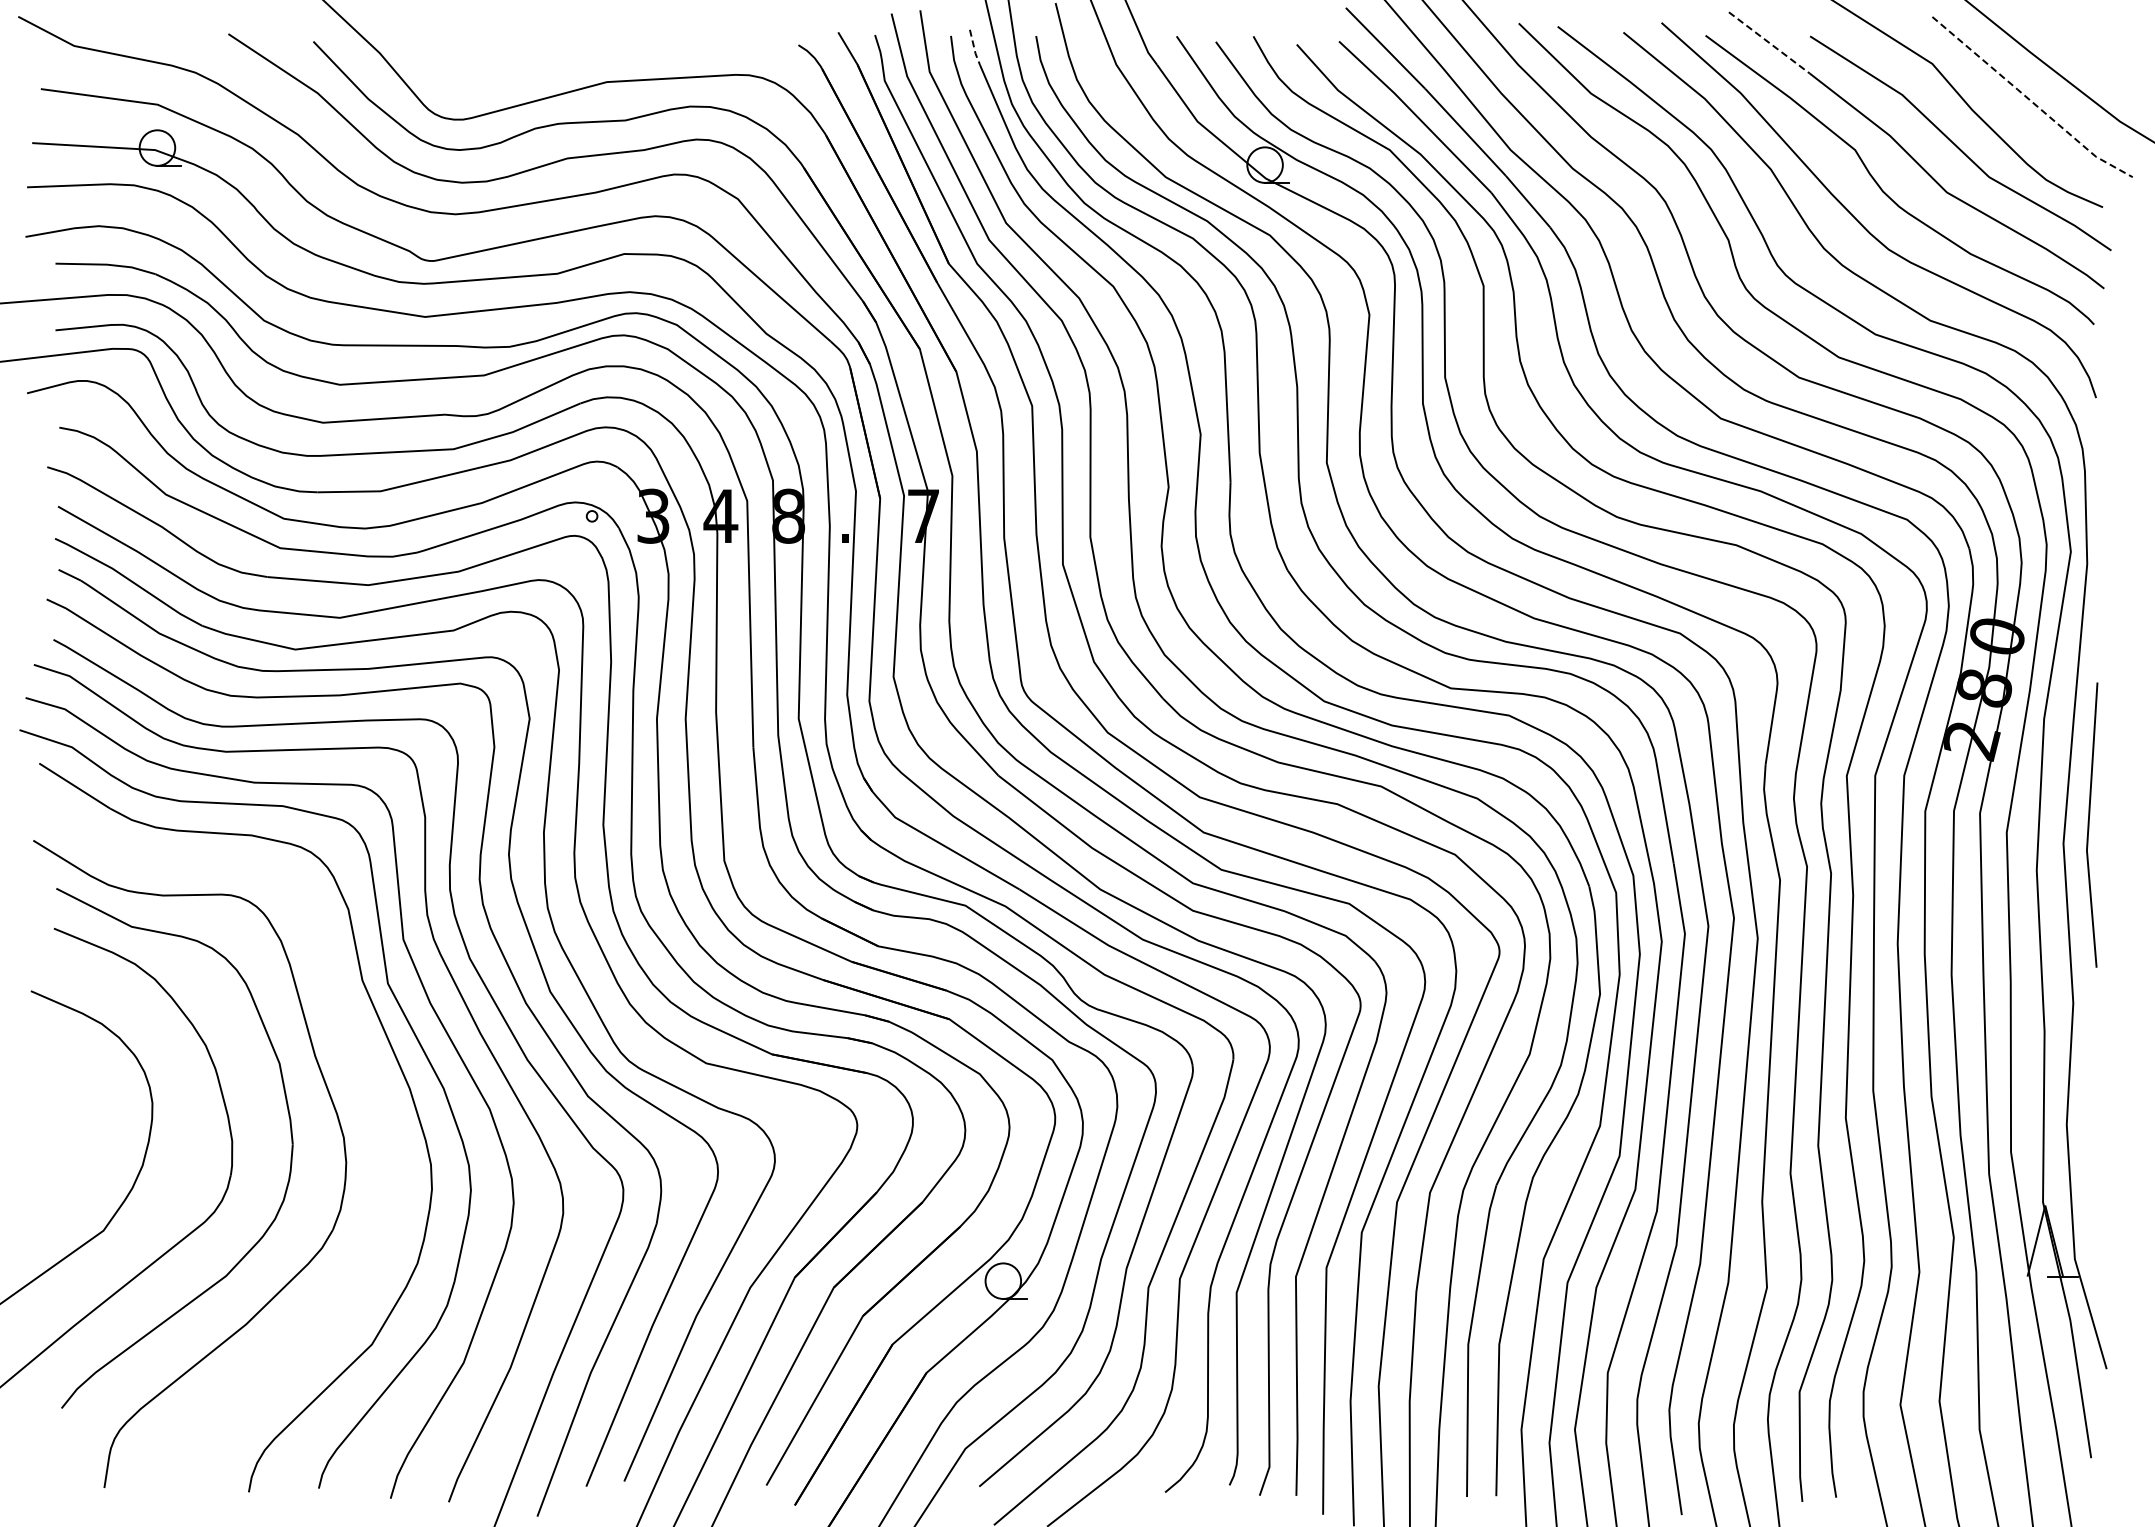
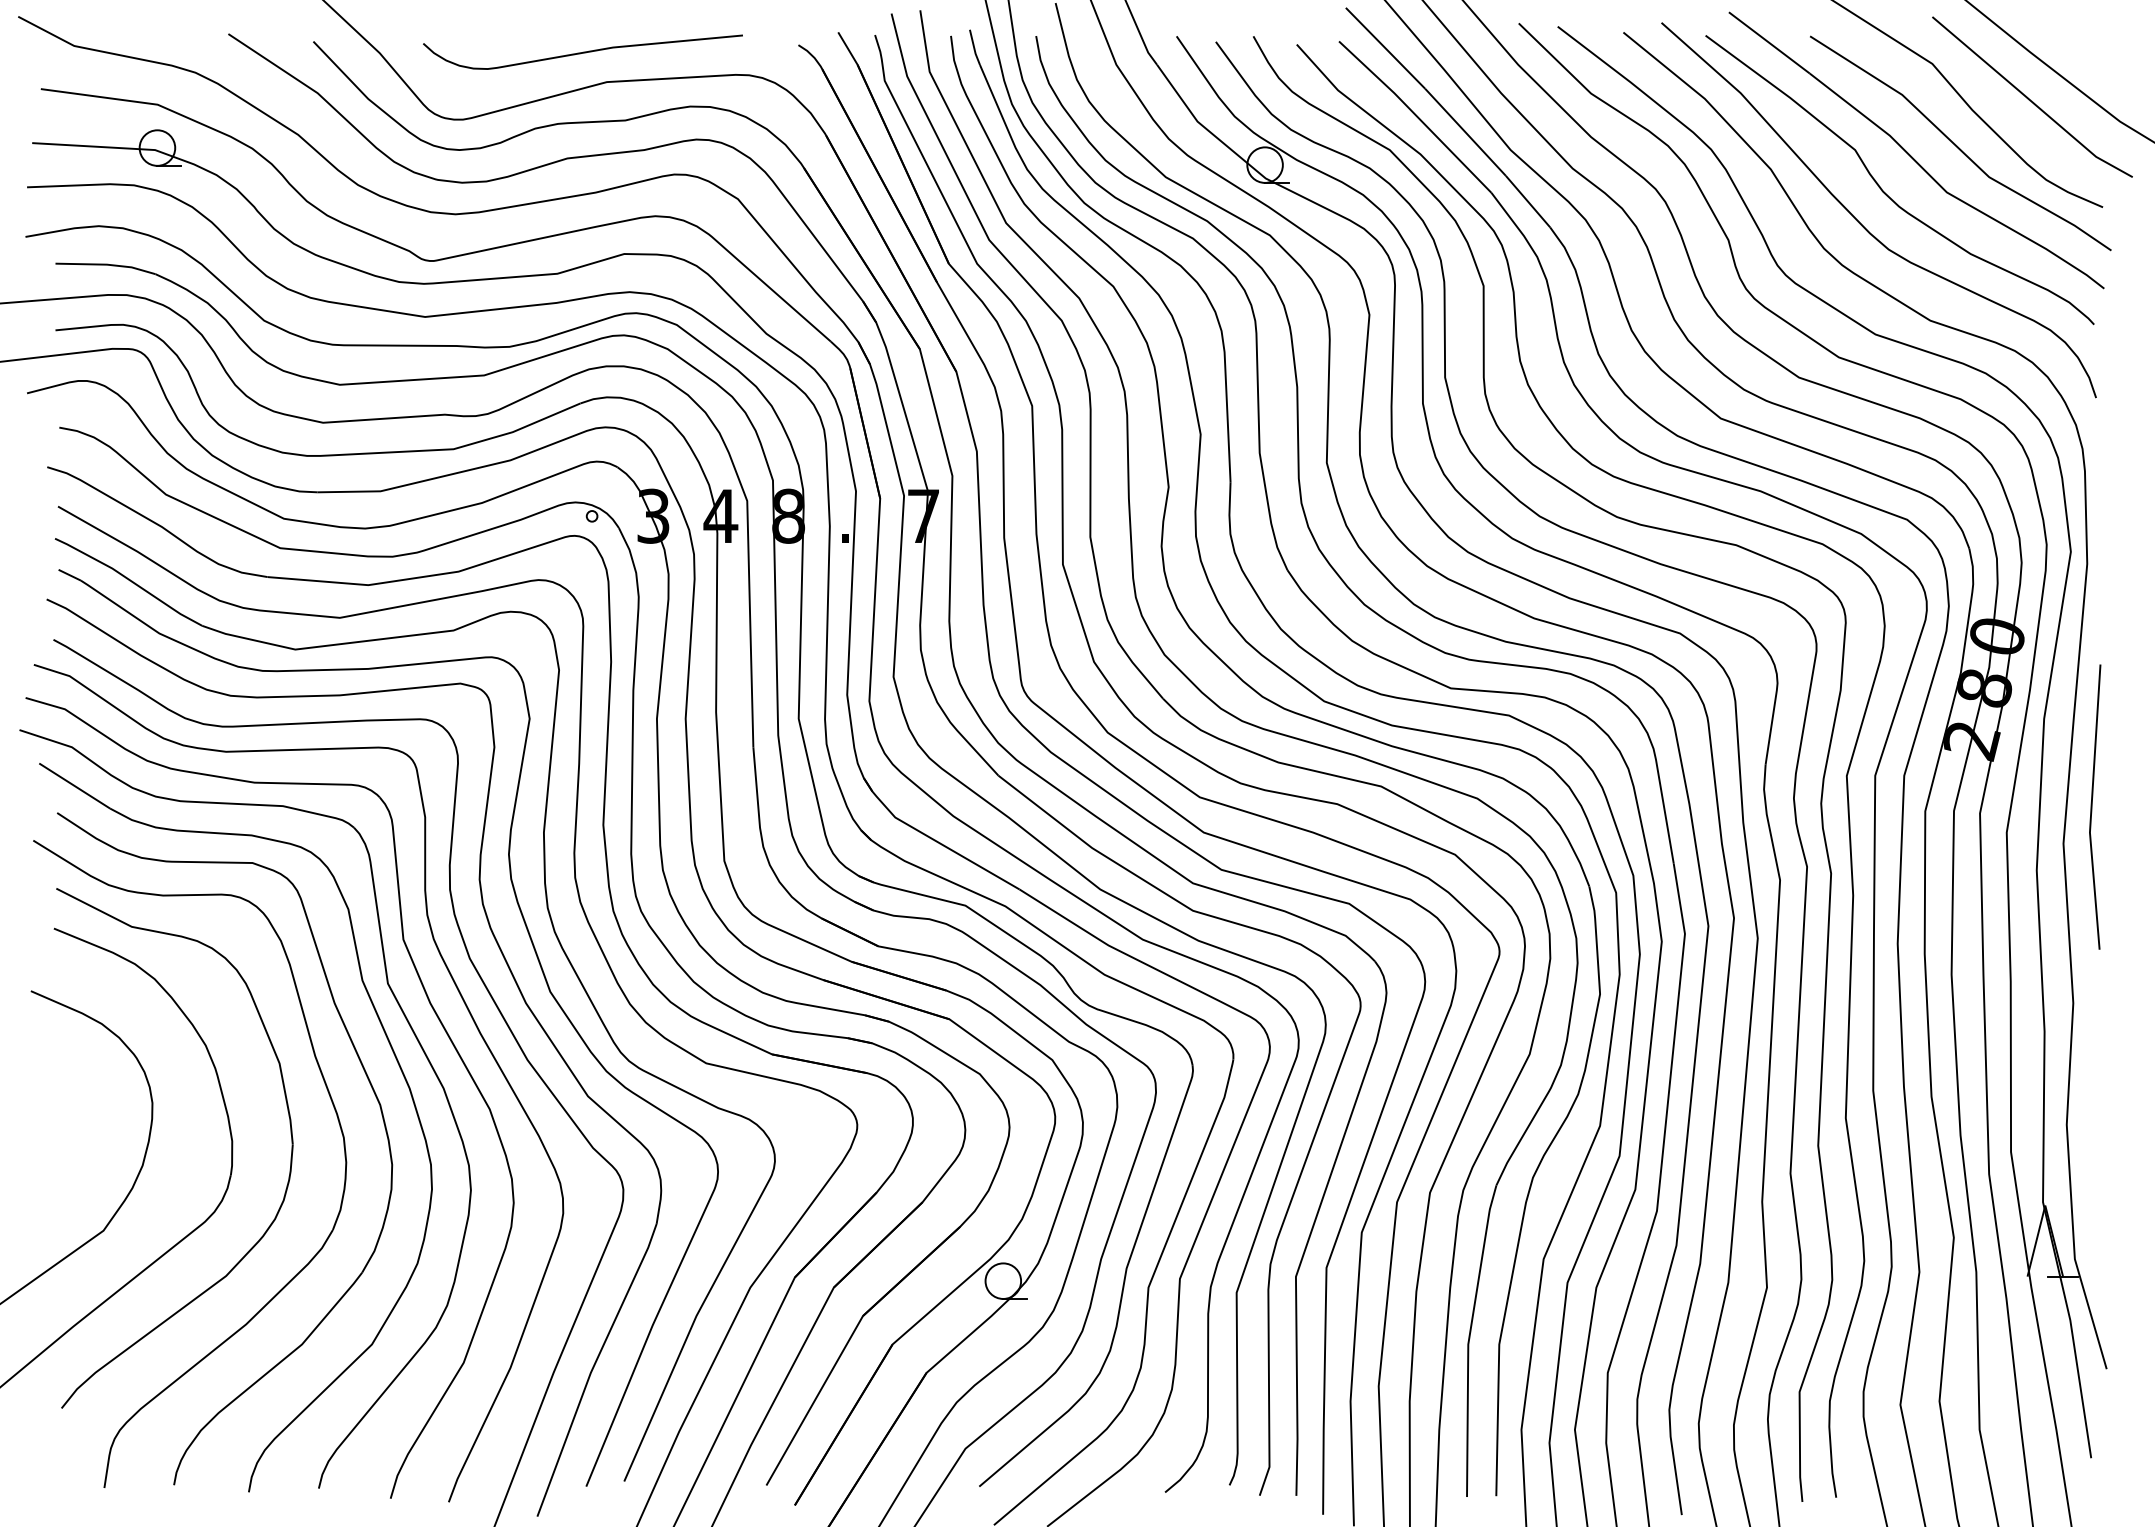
line at (1769, 42): dashed -> solid
line at (974, 49): dashed -> solid
curve at (583, 51): none -> present
line at (2030, 100): dashed -> solid
line at (2089, 824) position: (2089, 824) -> (2092, 806)
part at (371, 1088): none -> present
